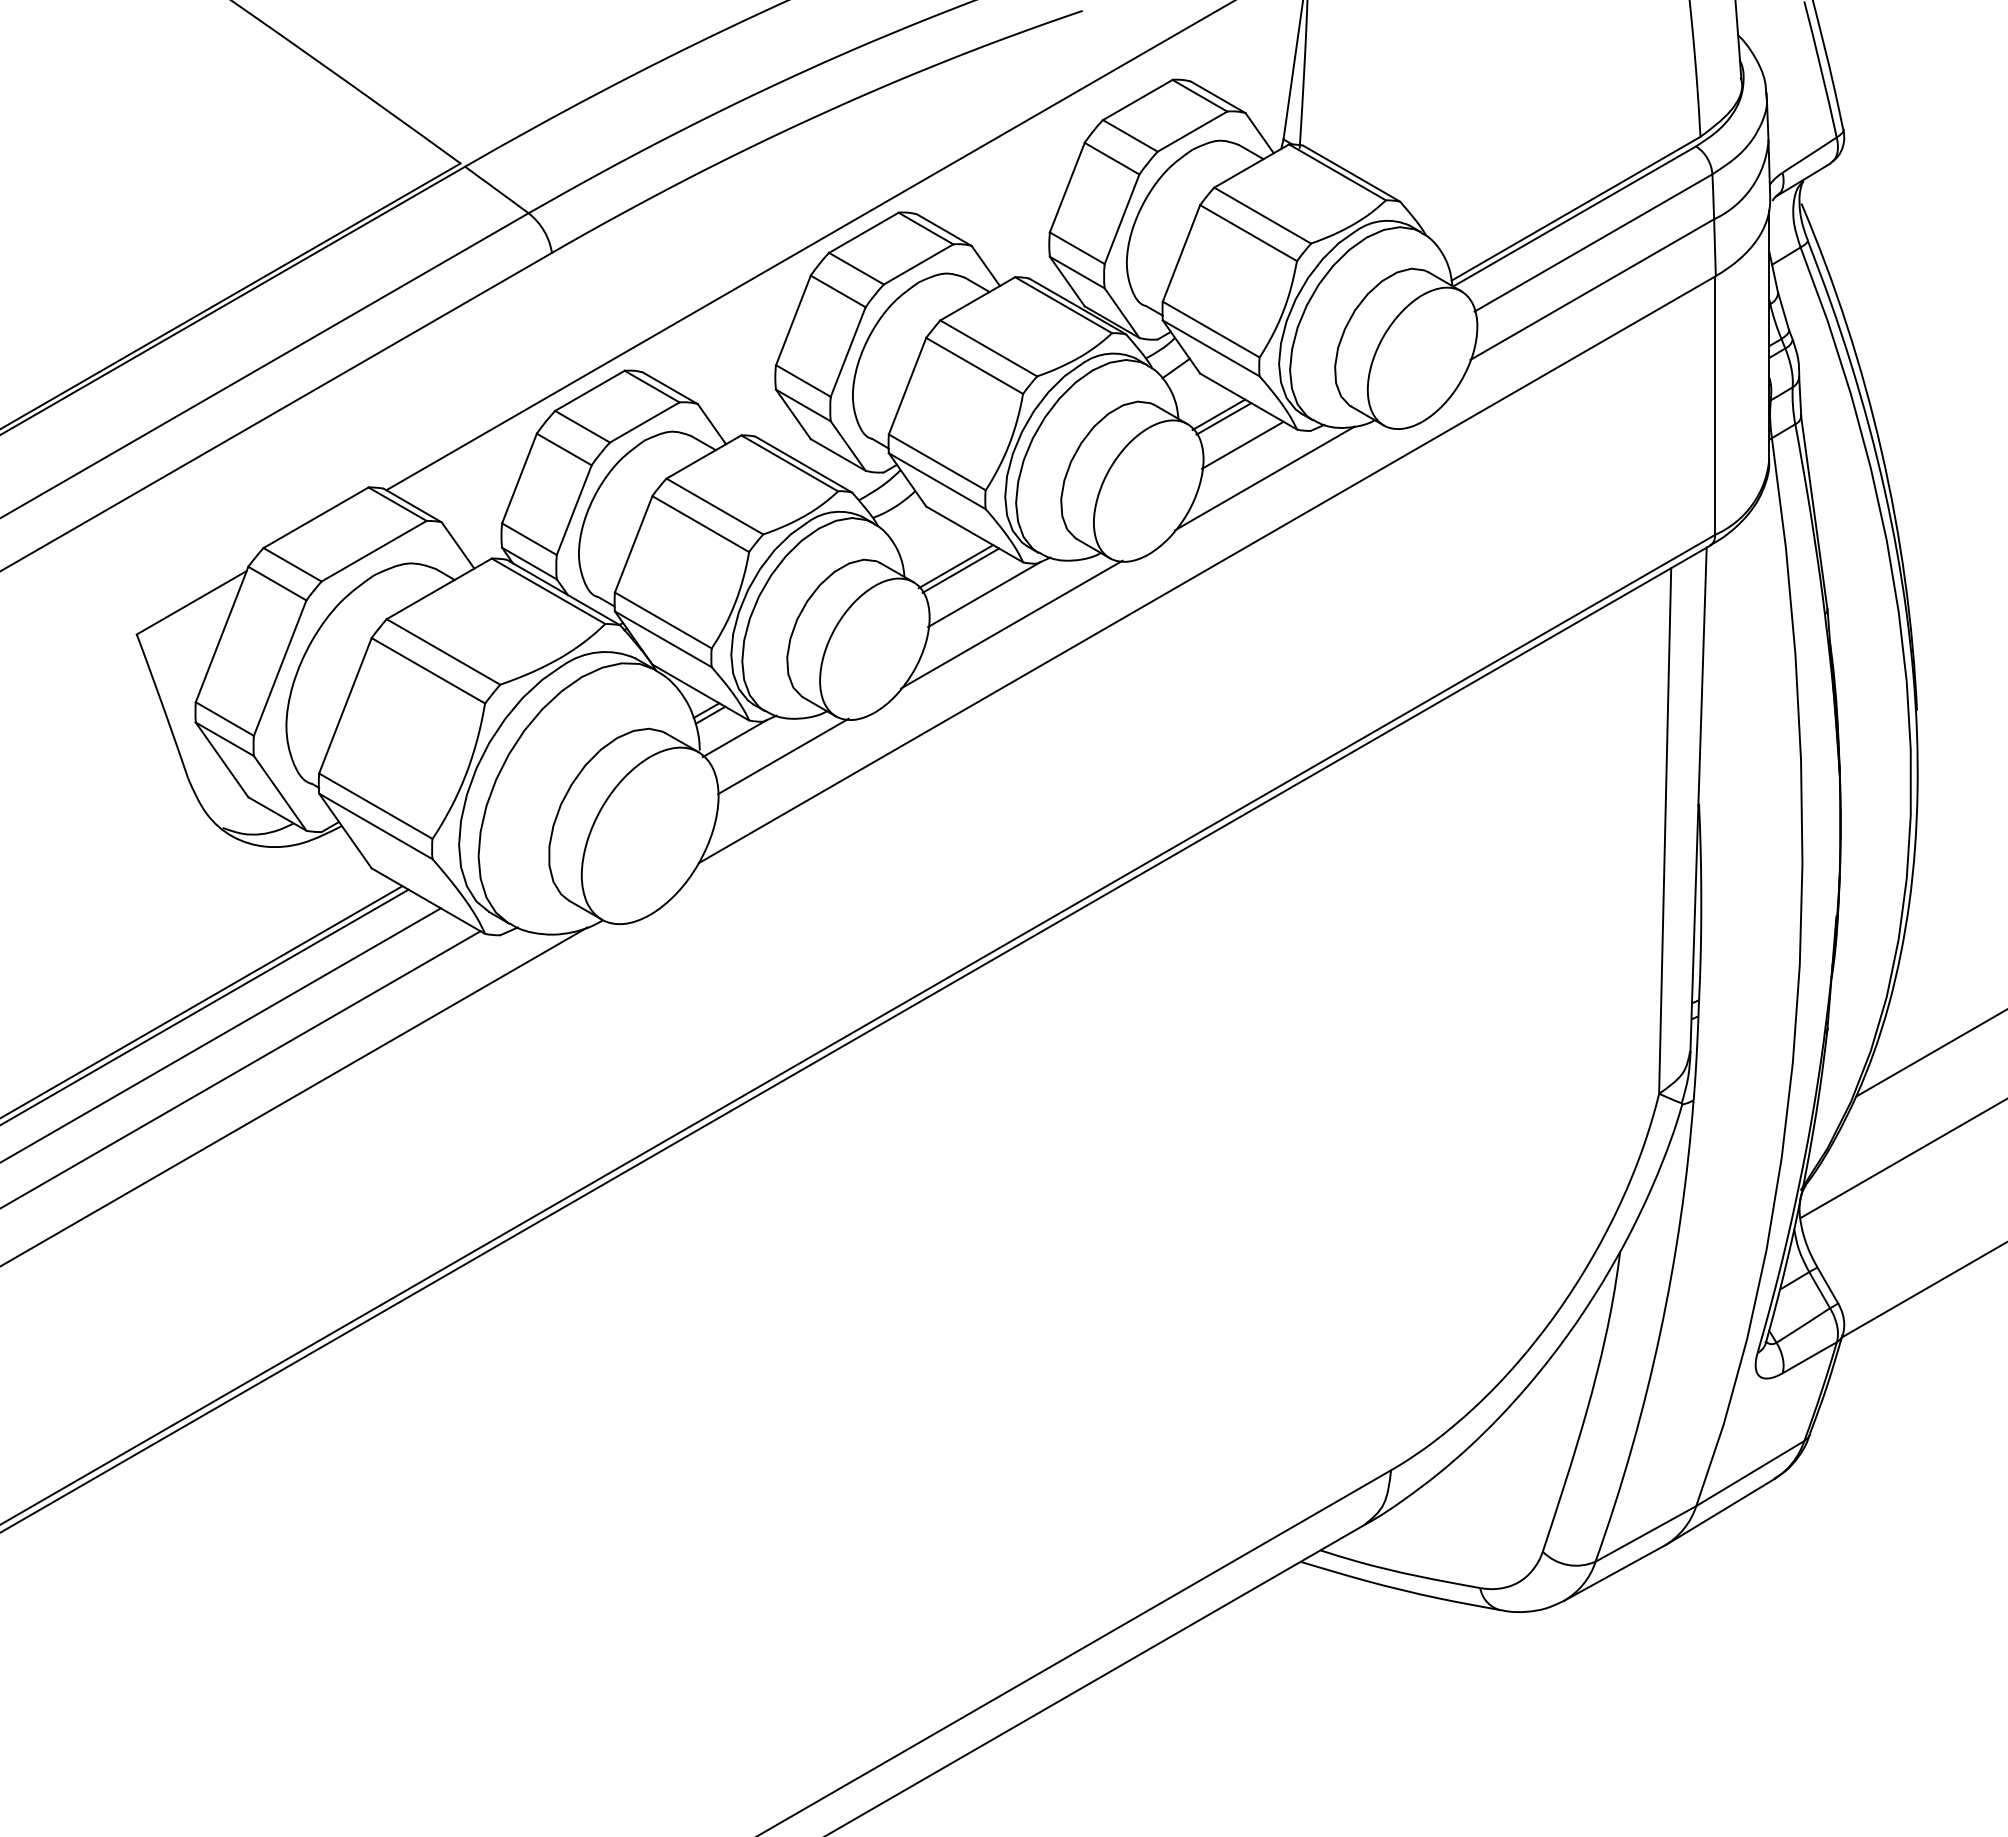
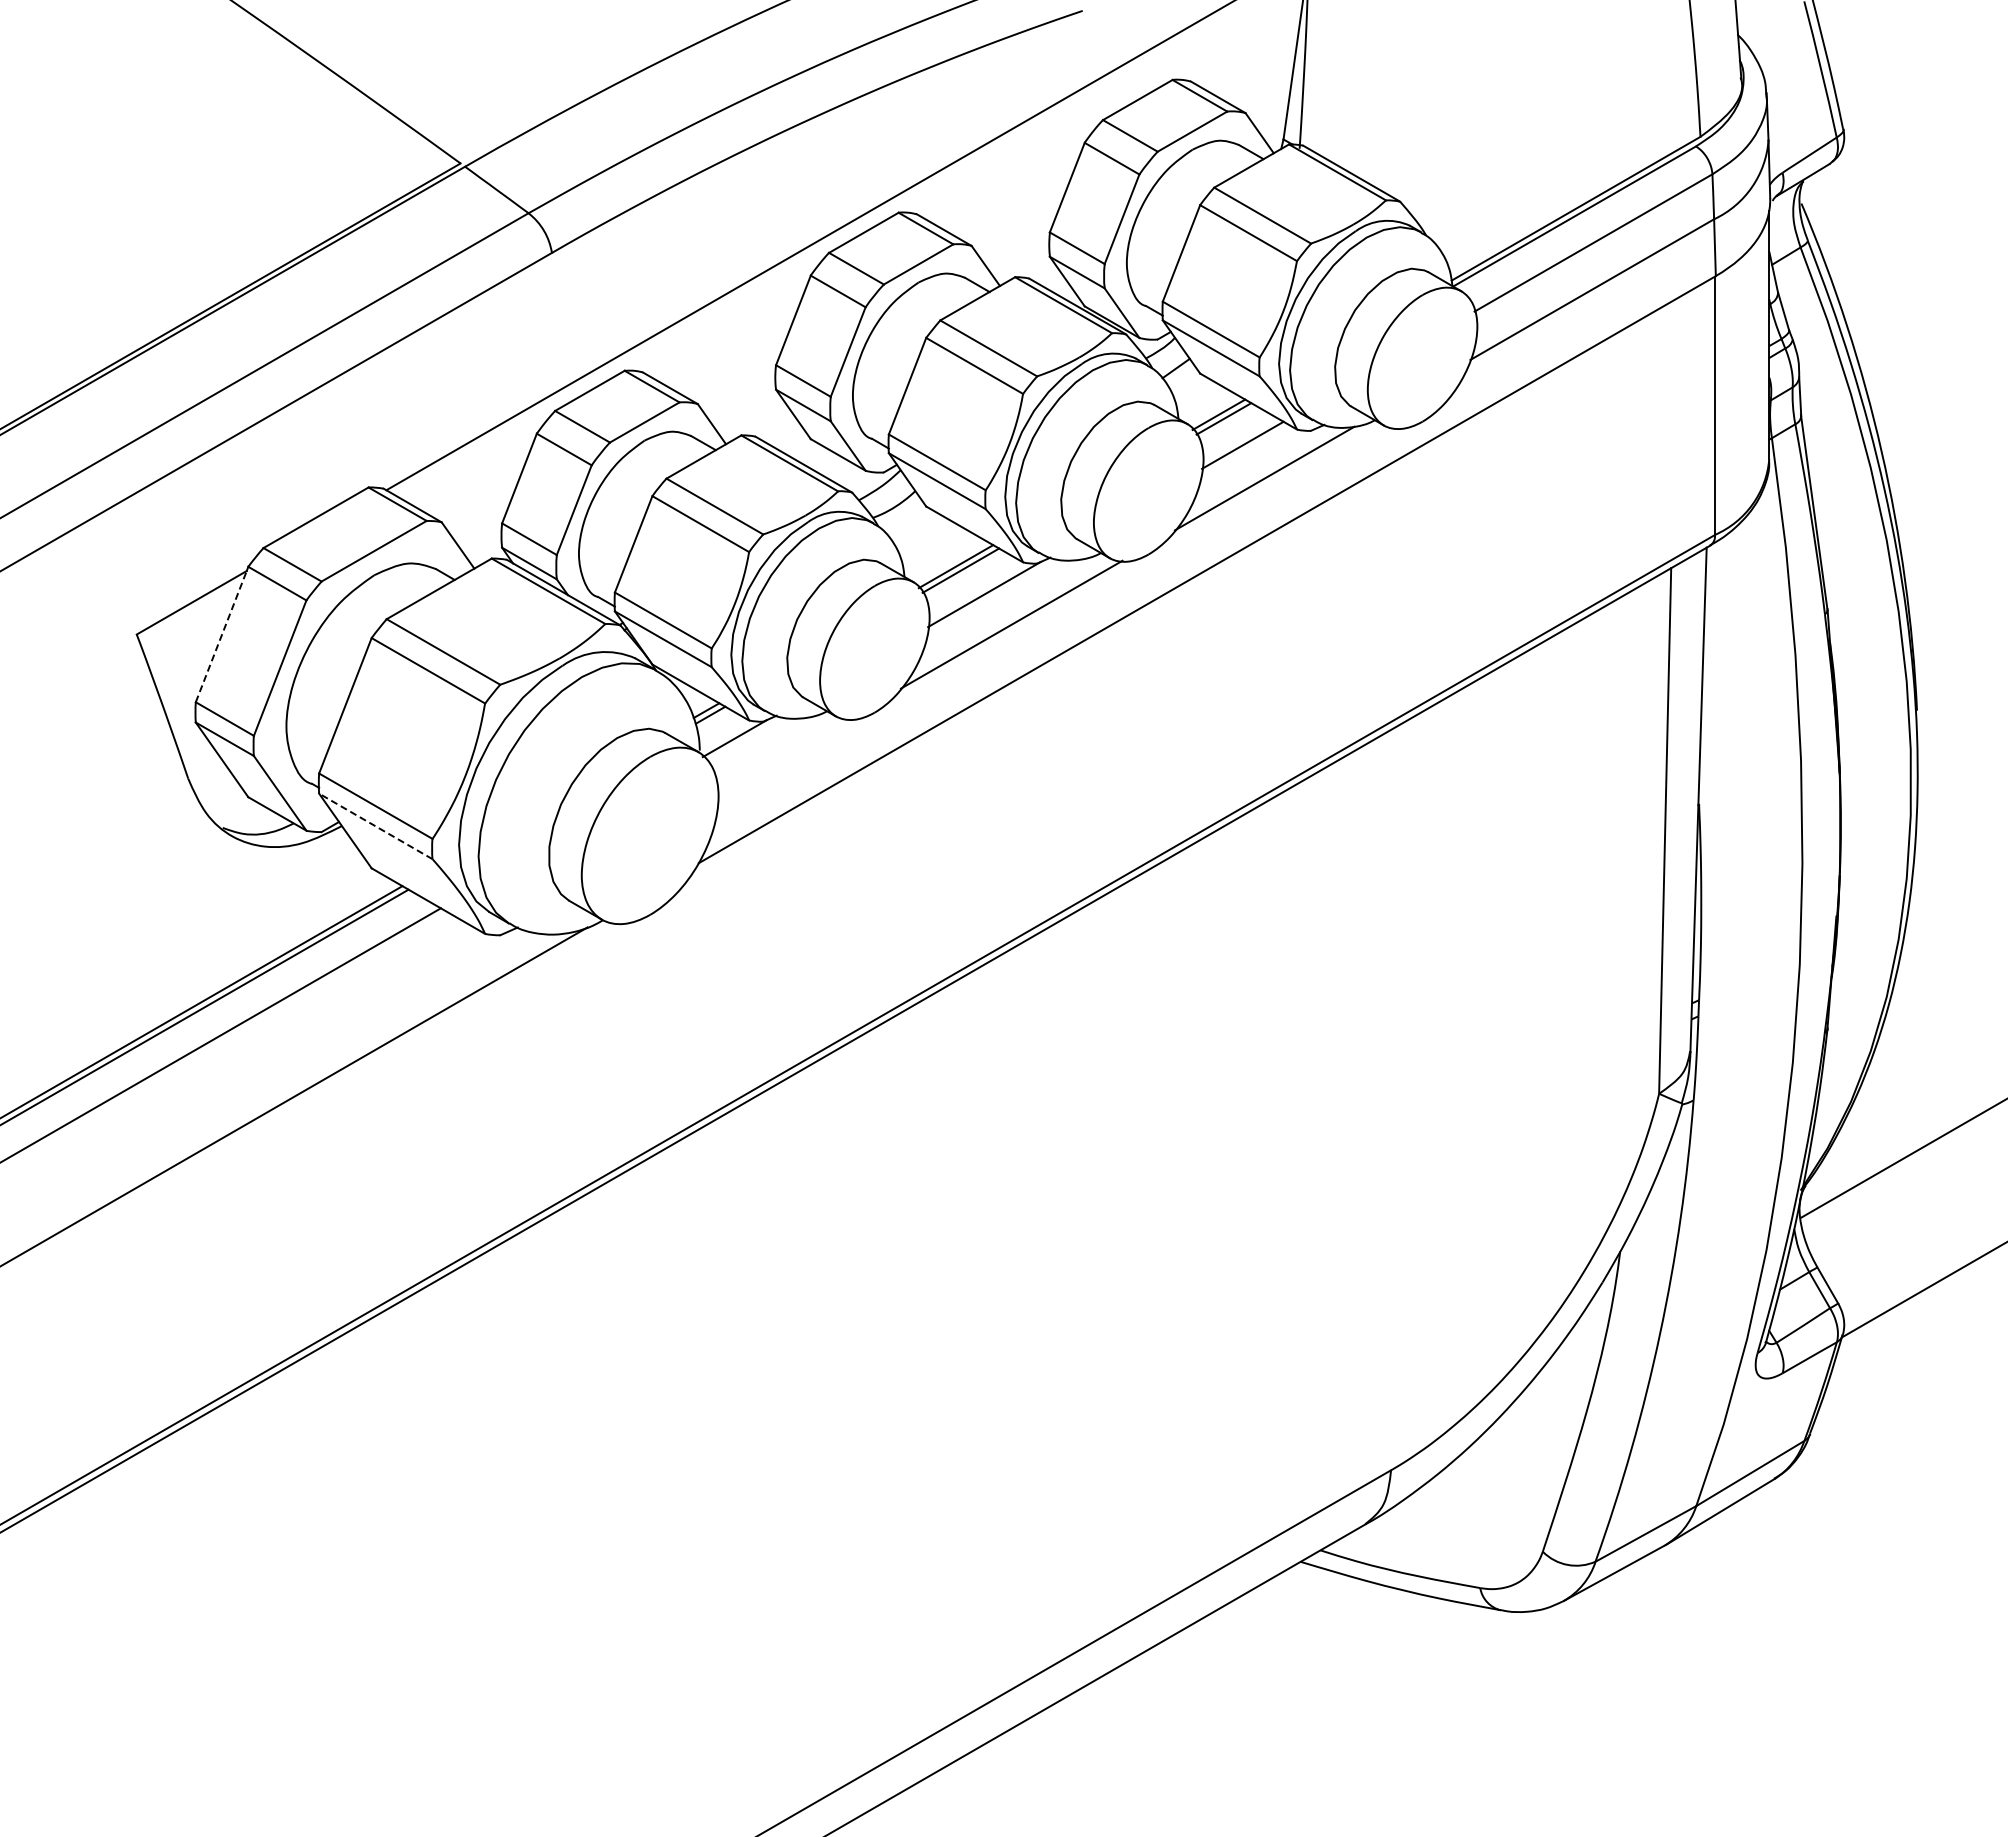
line at (221, 636): solid -> dashed
line at (783, 756): present -> none
line at (375, 826): solid -> dashed
line at (1930, 1053): present -> none
line at (241, 1069): present -> none
